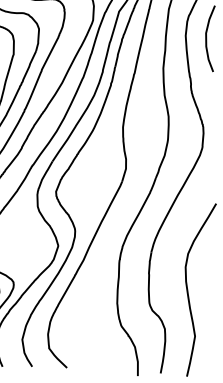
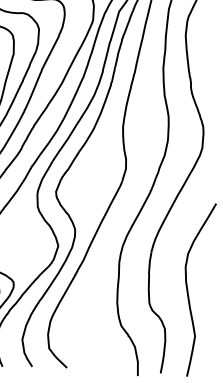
curve at (207, 38): present -> none
